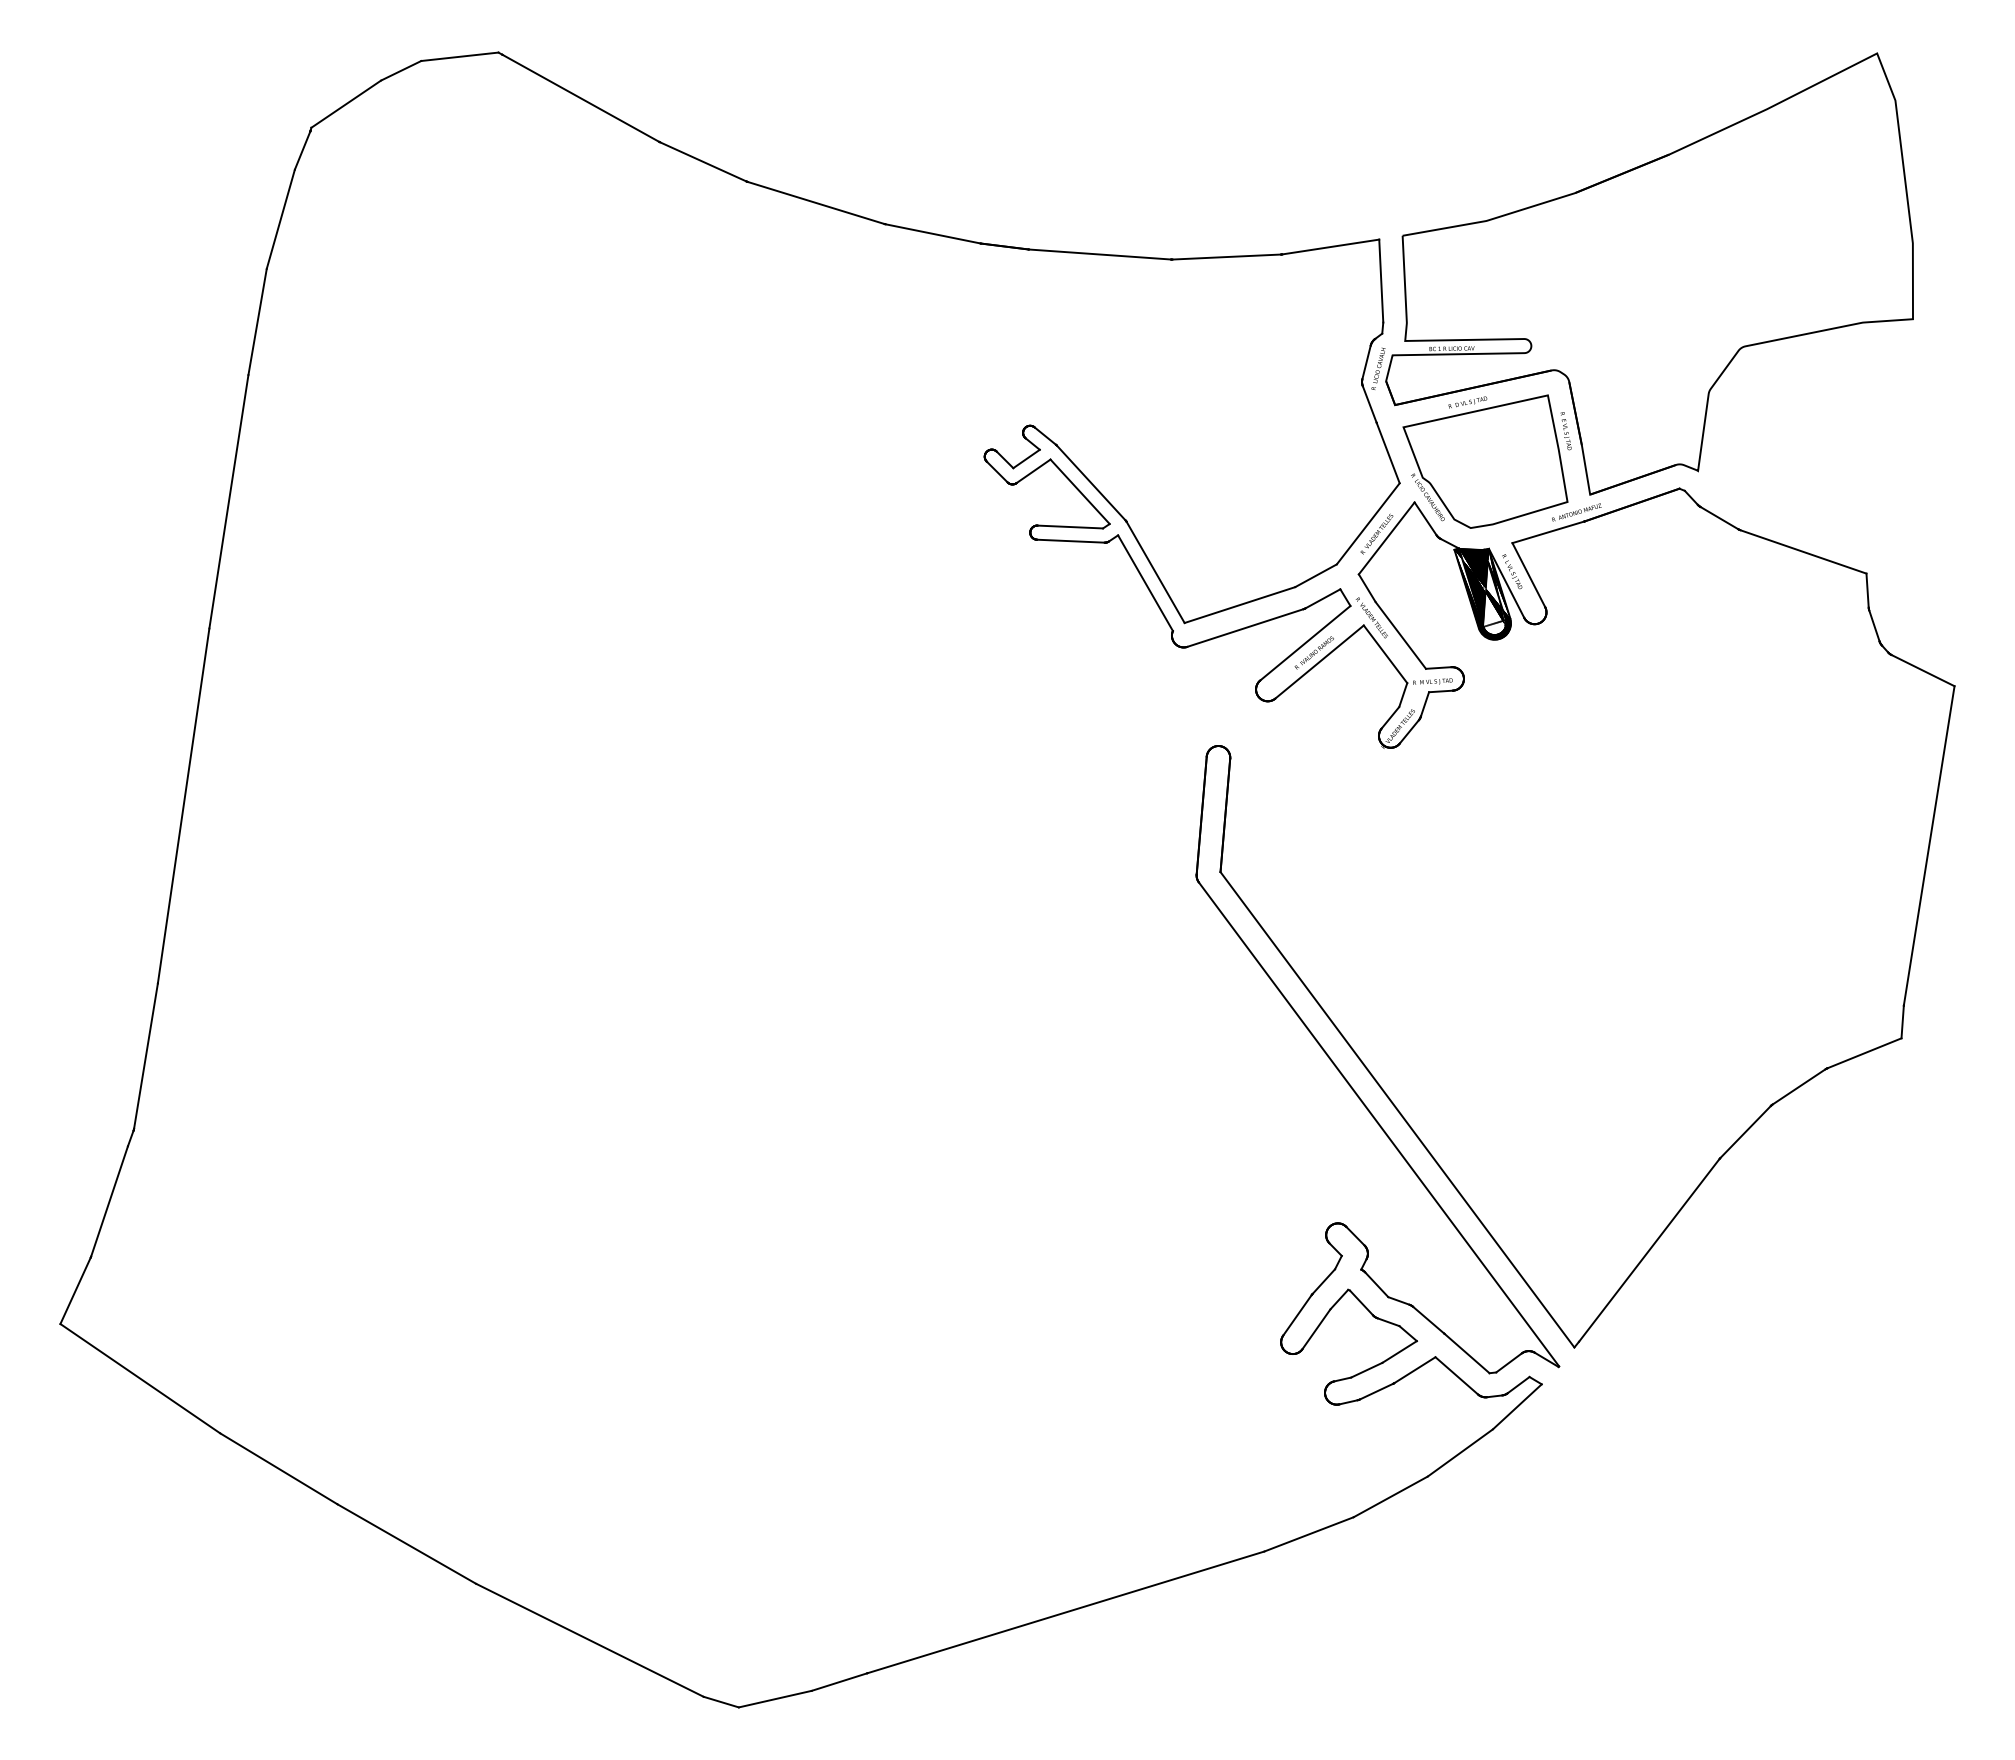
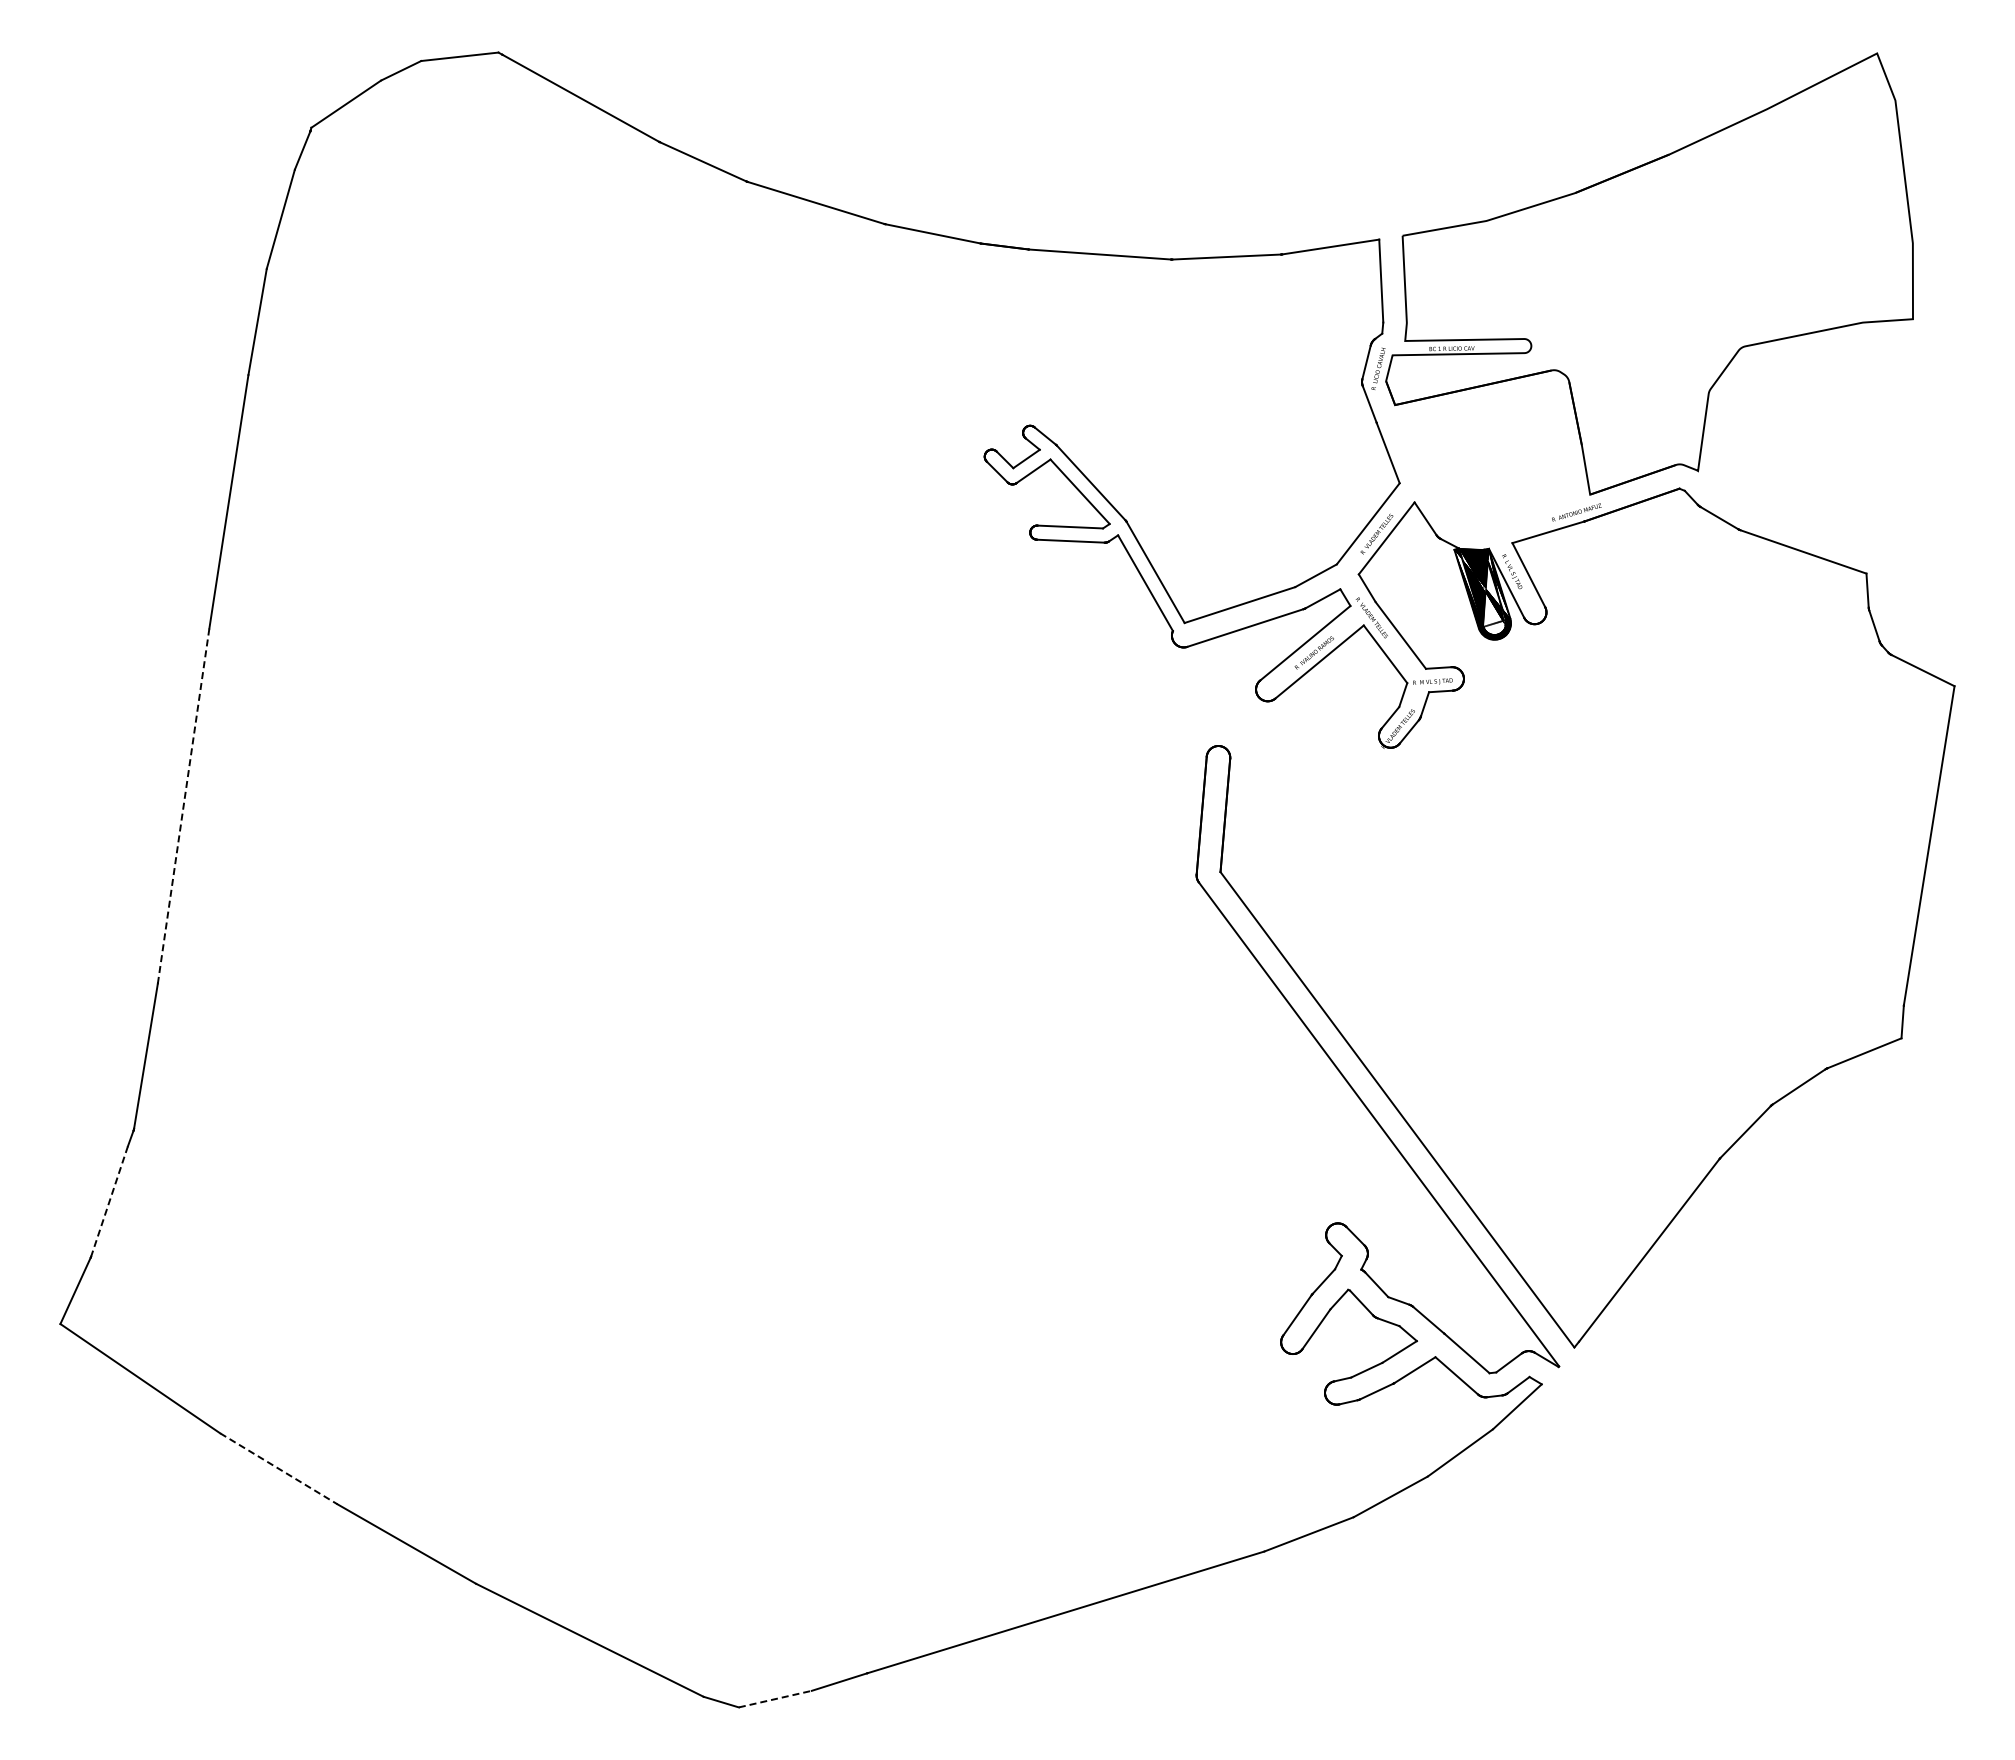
part at (1486, 461): present -> none
line at (183, 806): solid -> dashed
line at (109, 1201): solid -> dashed
line at (278, 1468): solid -> dashed
line at (775, 1699): solid -> dashed
